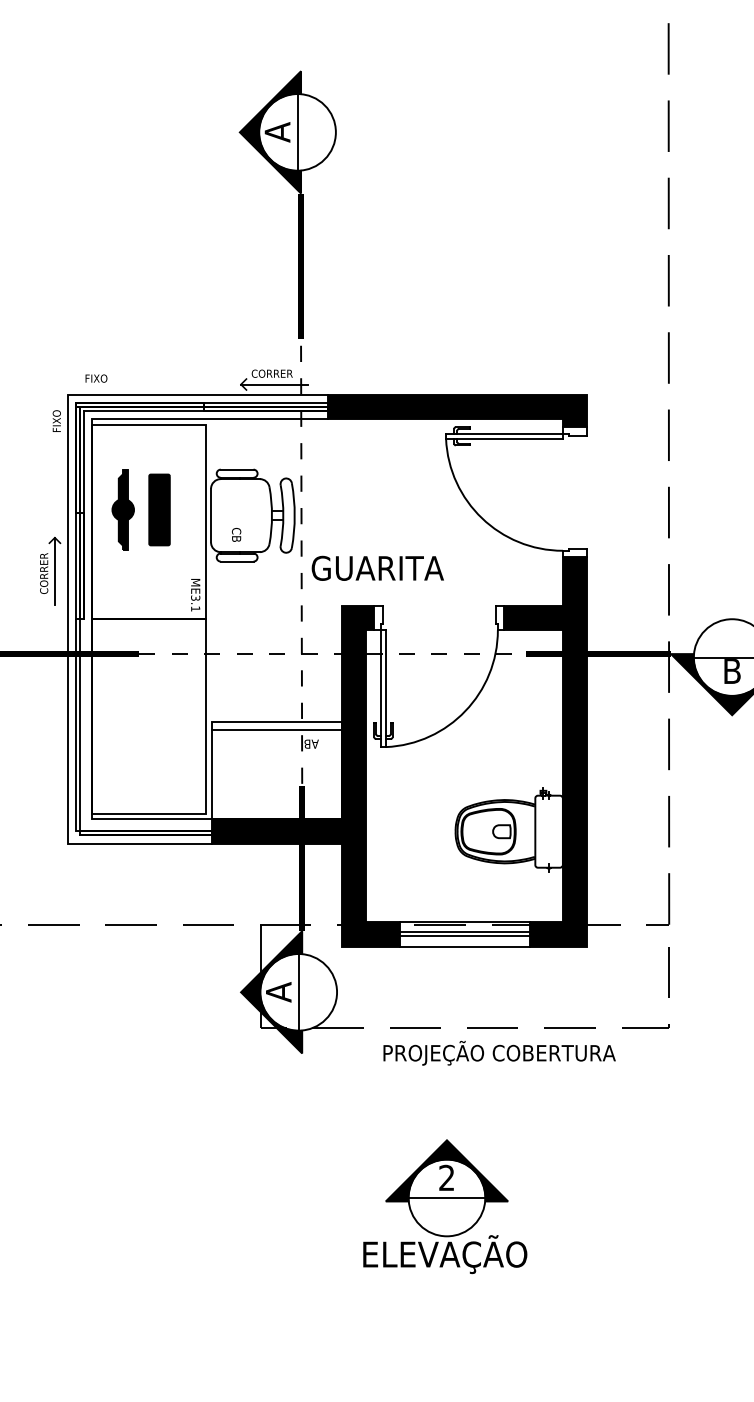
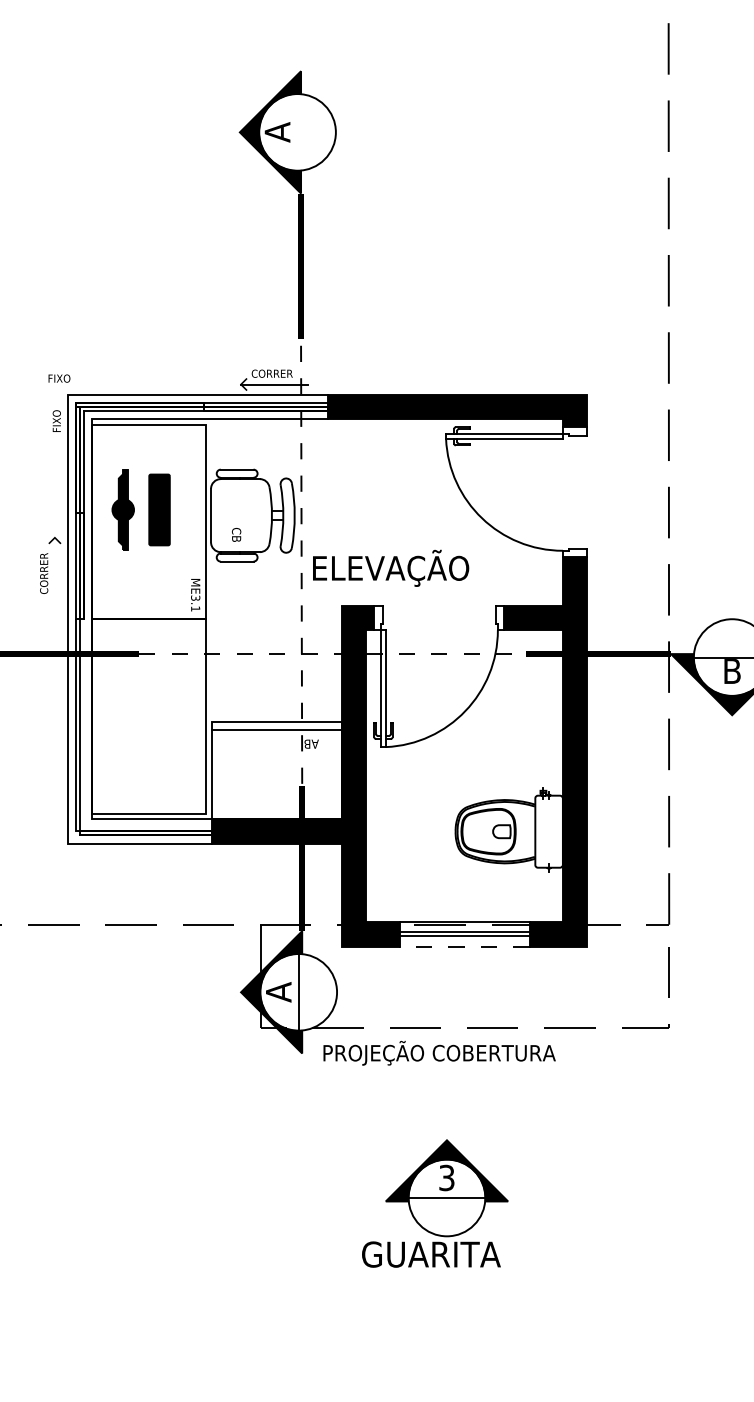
line at (297, 132): present -> none
text at (96, 378) position: (96, 378) -> (59, 378)
text at (390, 567): GUARITA -> ELEVAÇÃO
line at (54, 570): present -> none
line at (464, 946): solid -> dashed
text at (499, 1052) position: (499, 1052) -> (439, 1052)
text at (446, 1178): 2 -> 3
text at (444, 1254): ELEVAÇÃO -> GUARITA
